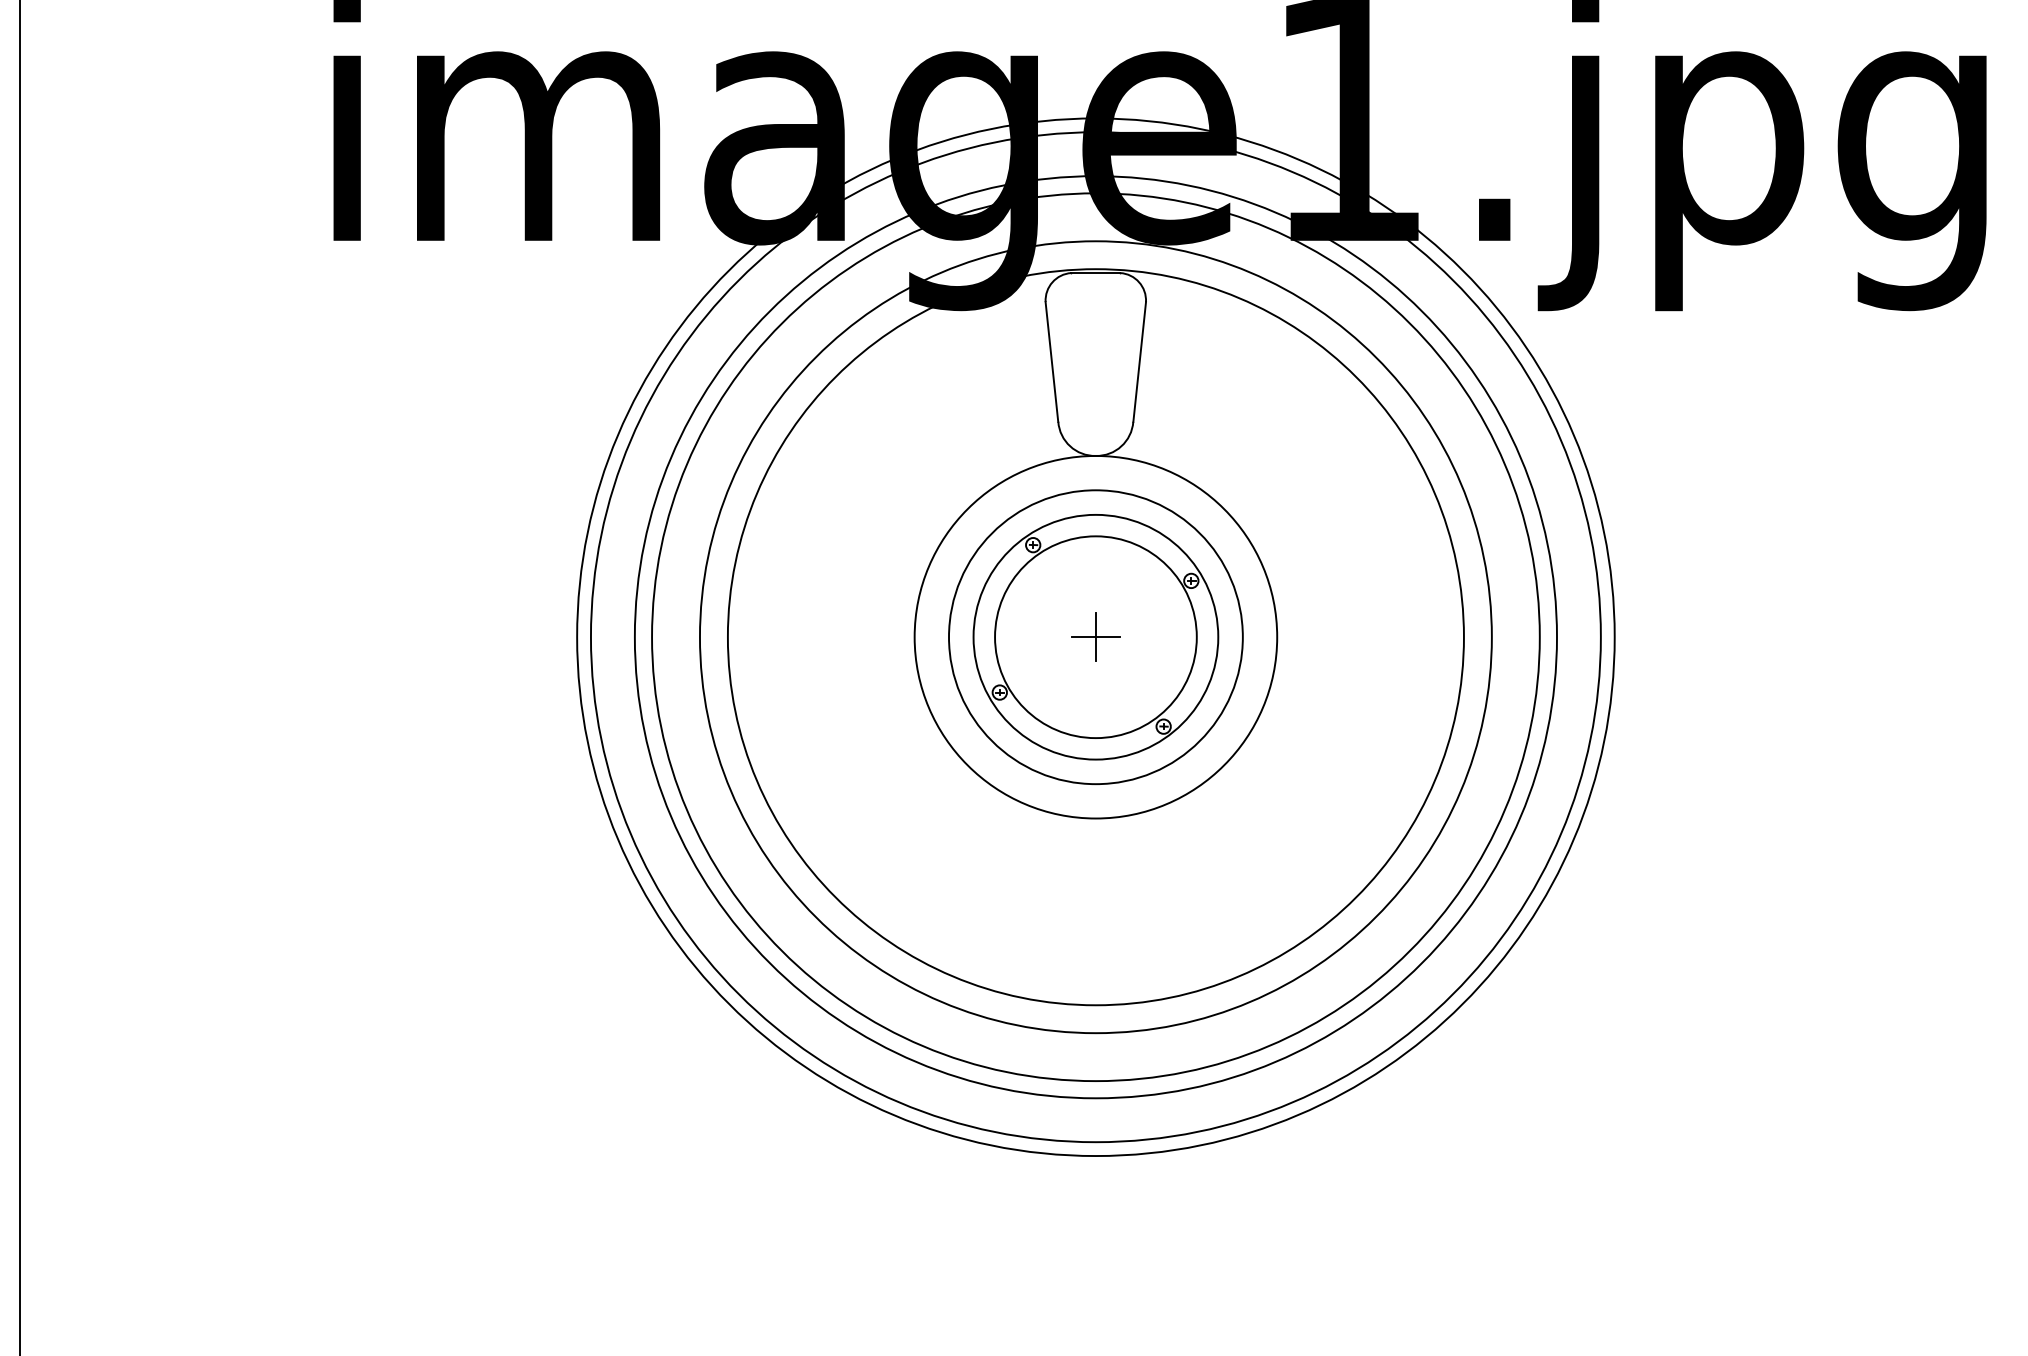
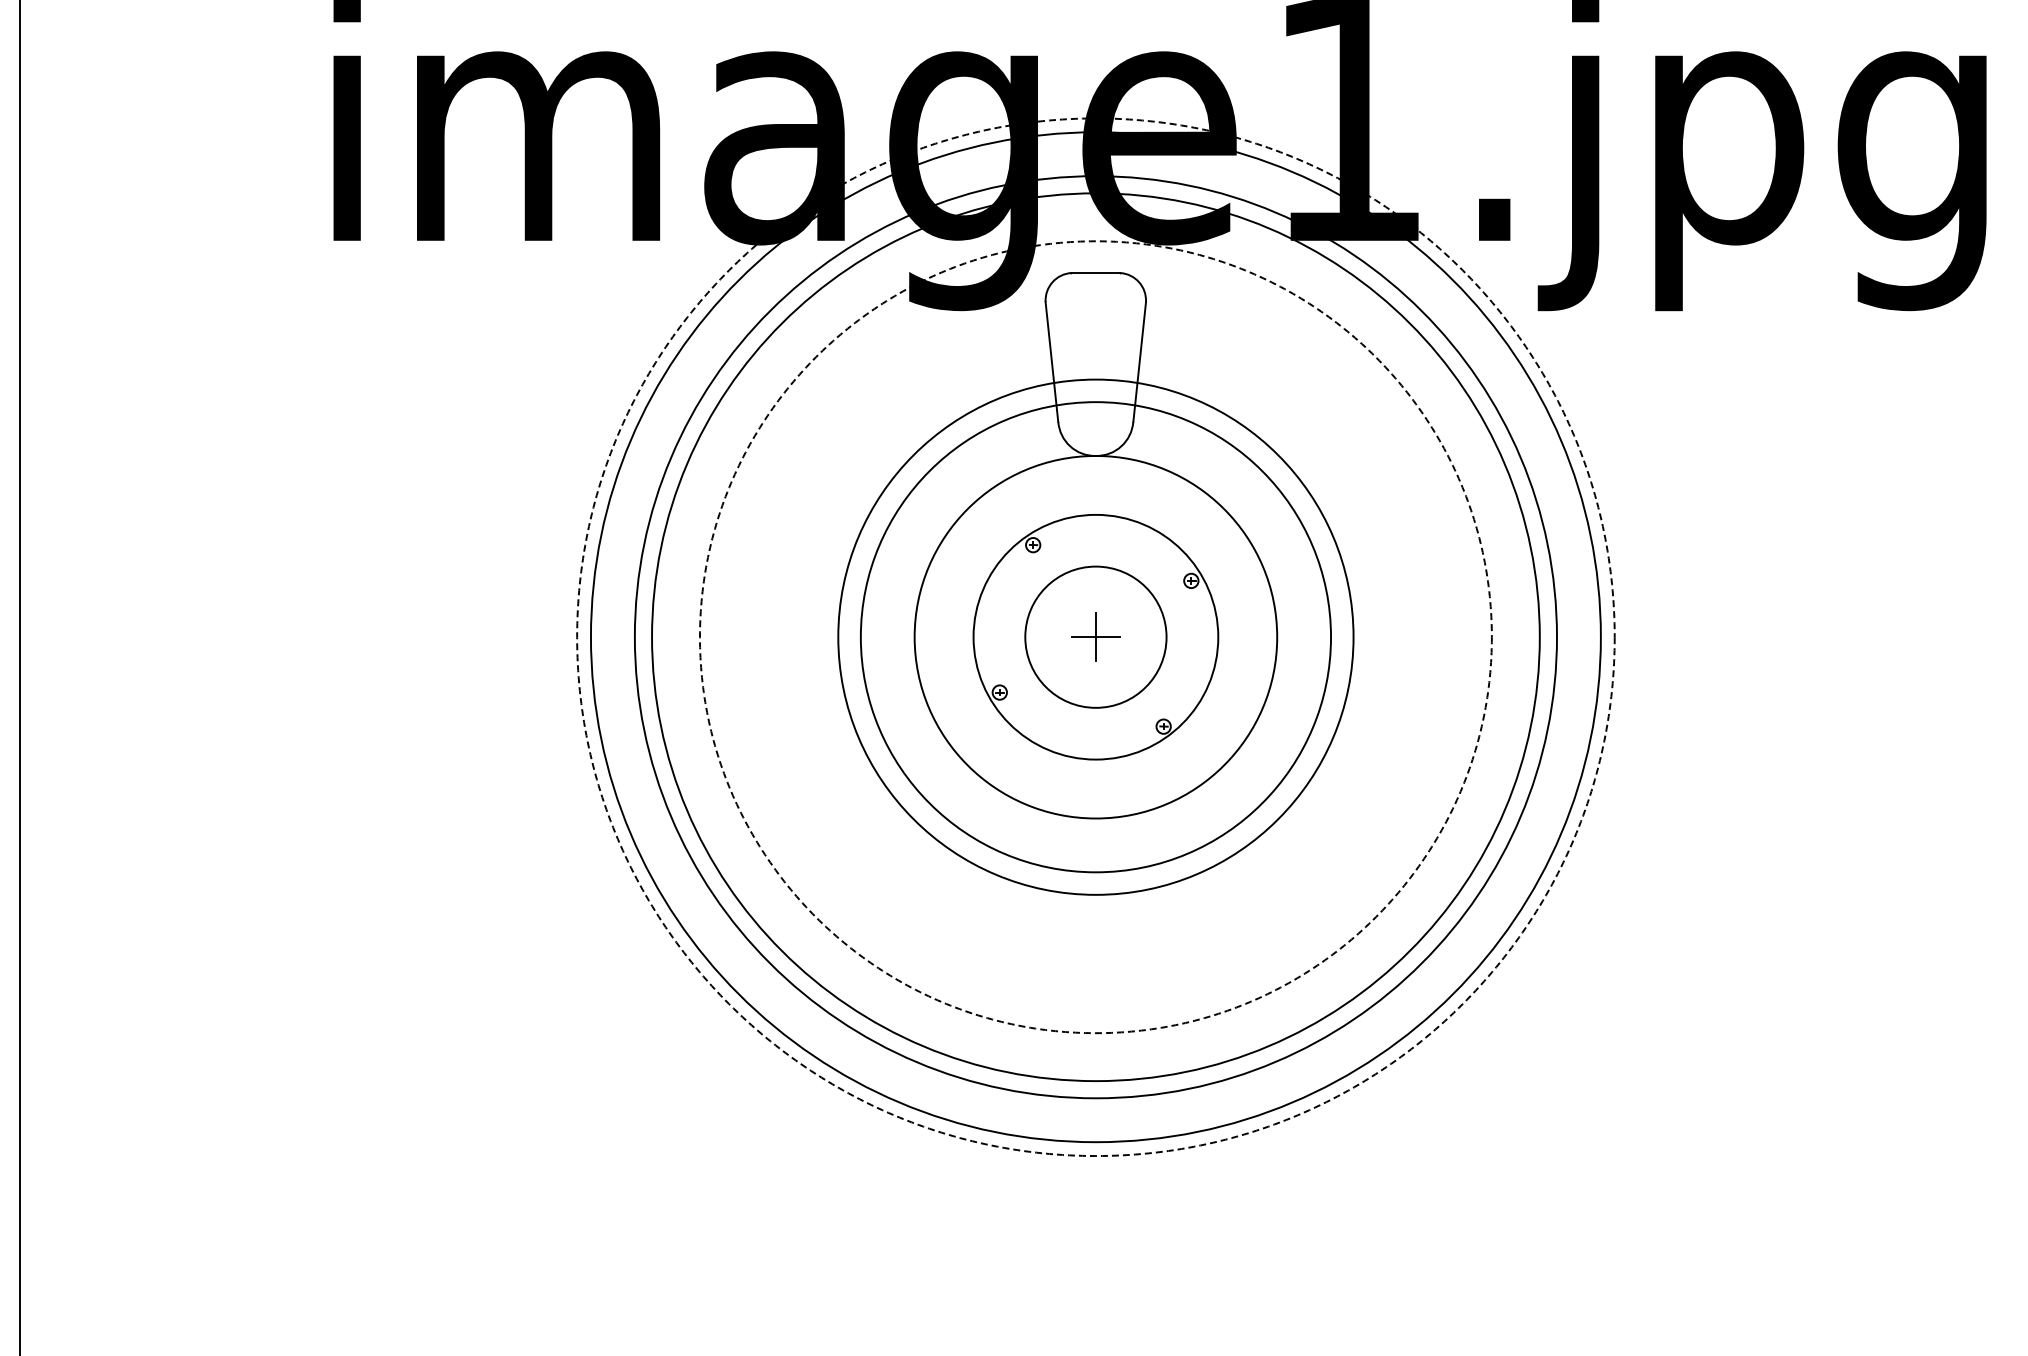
circle at (1095, 637) diameter: 202 px -> 141 px
circle at (1095, 637) diameter: 294 px -> 470 px
circle at (1095, 637) diameter: 736 px -> 515 px
circle at (1095, 637): solid -> dashed
circle at (1095, 637): solid -> dashed
